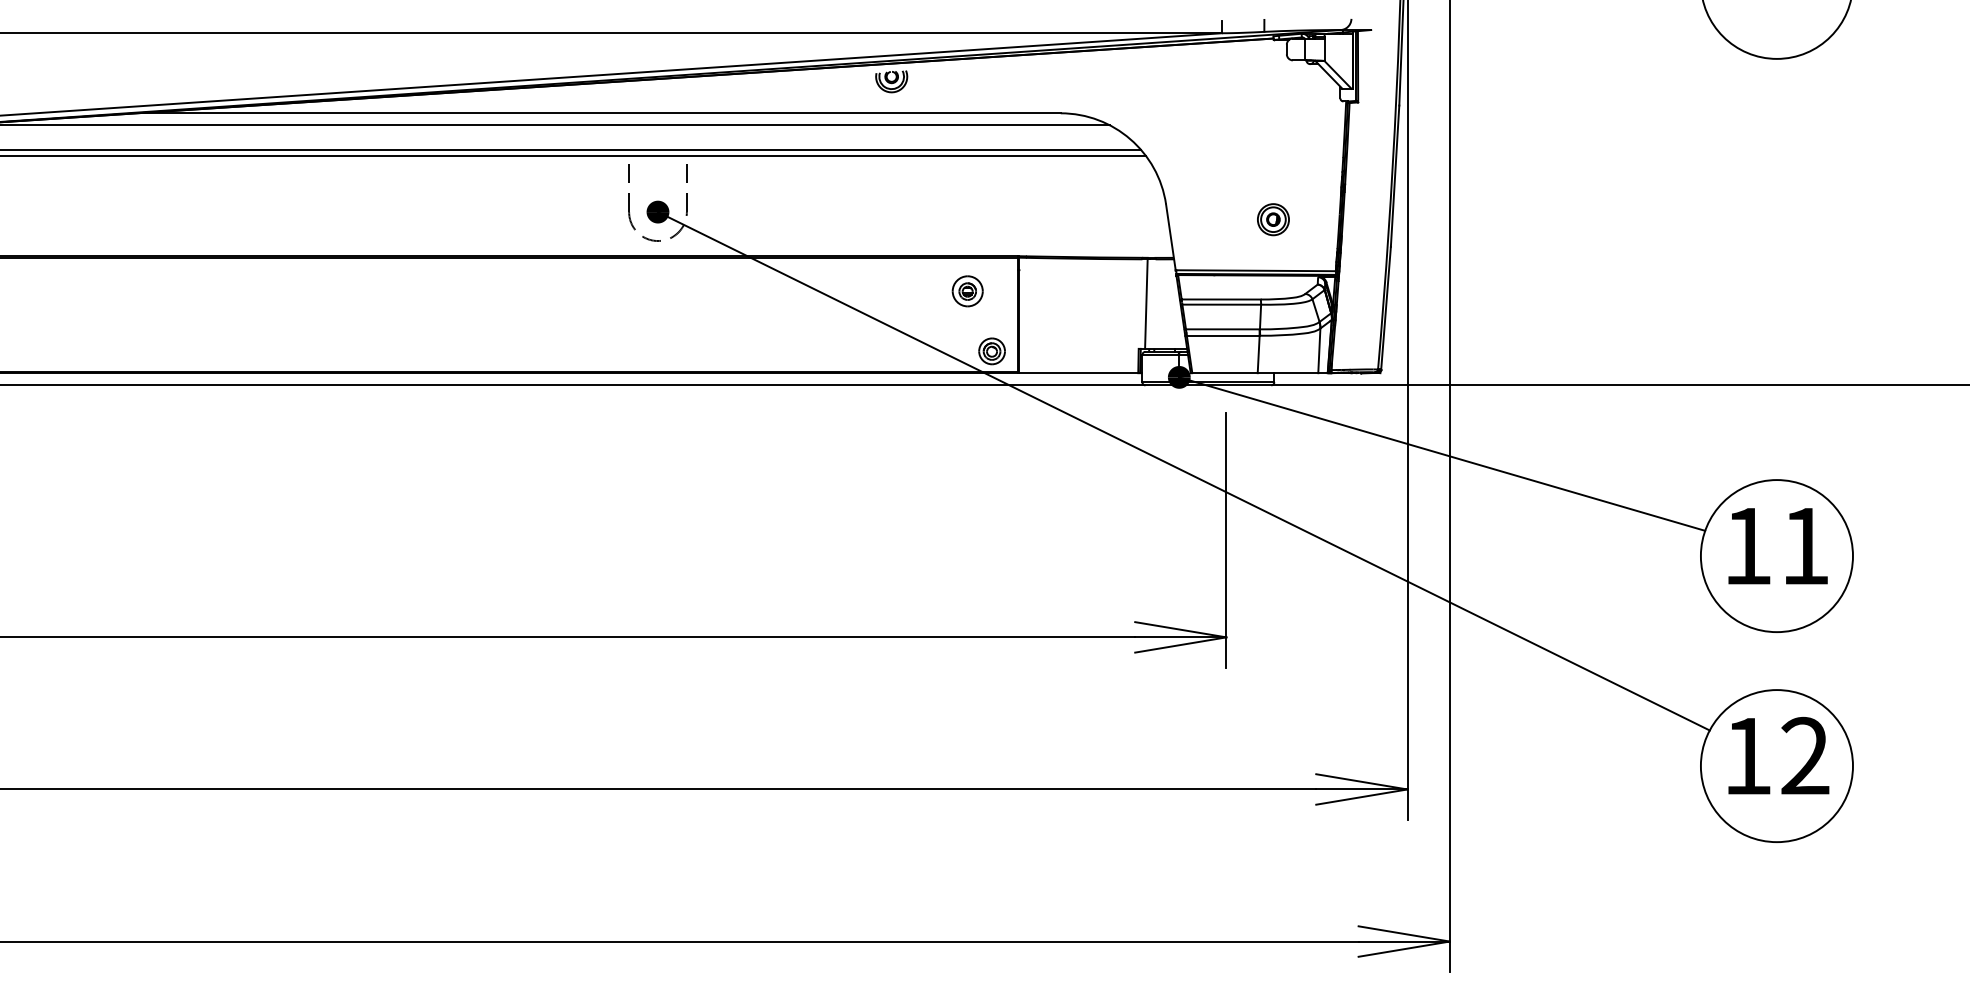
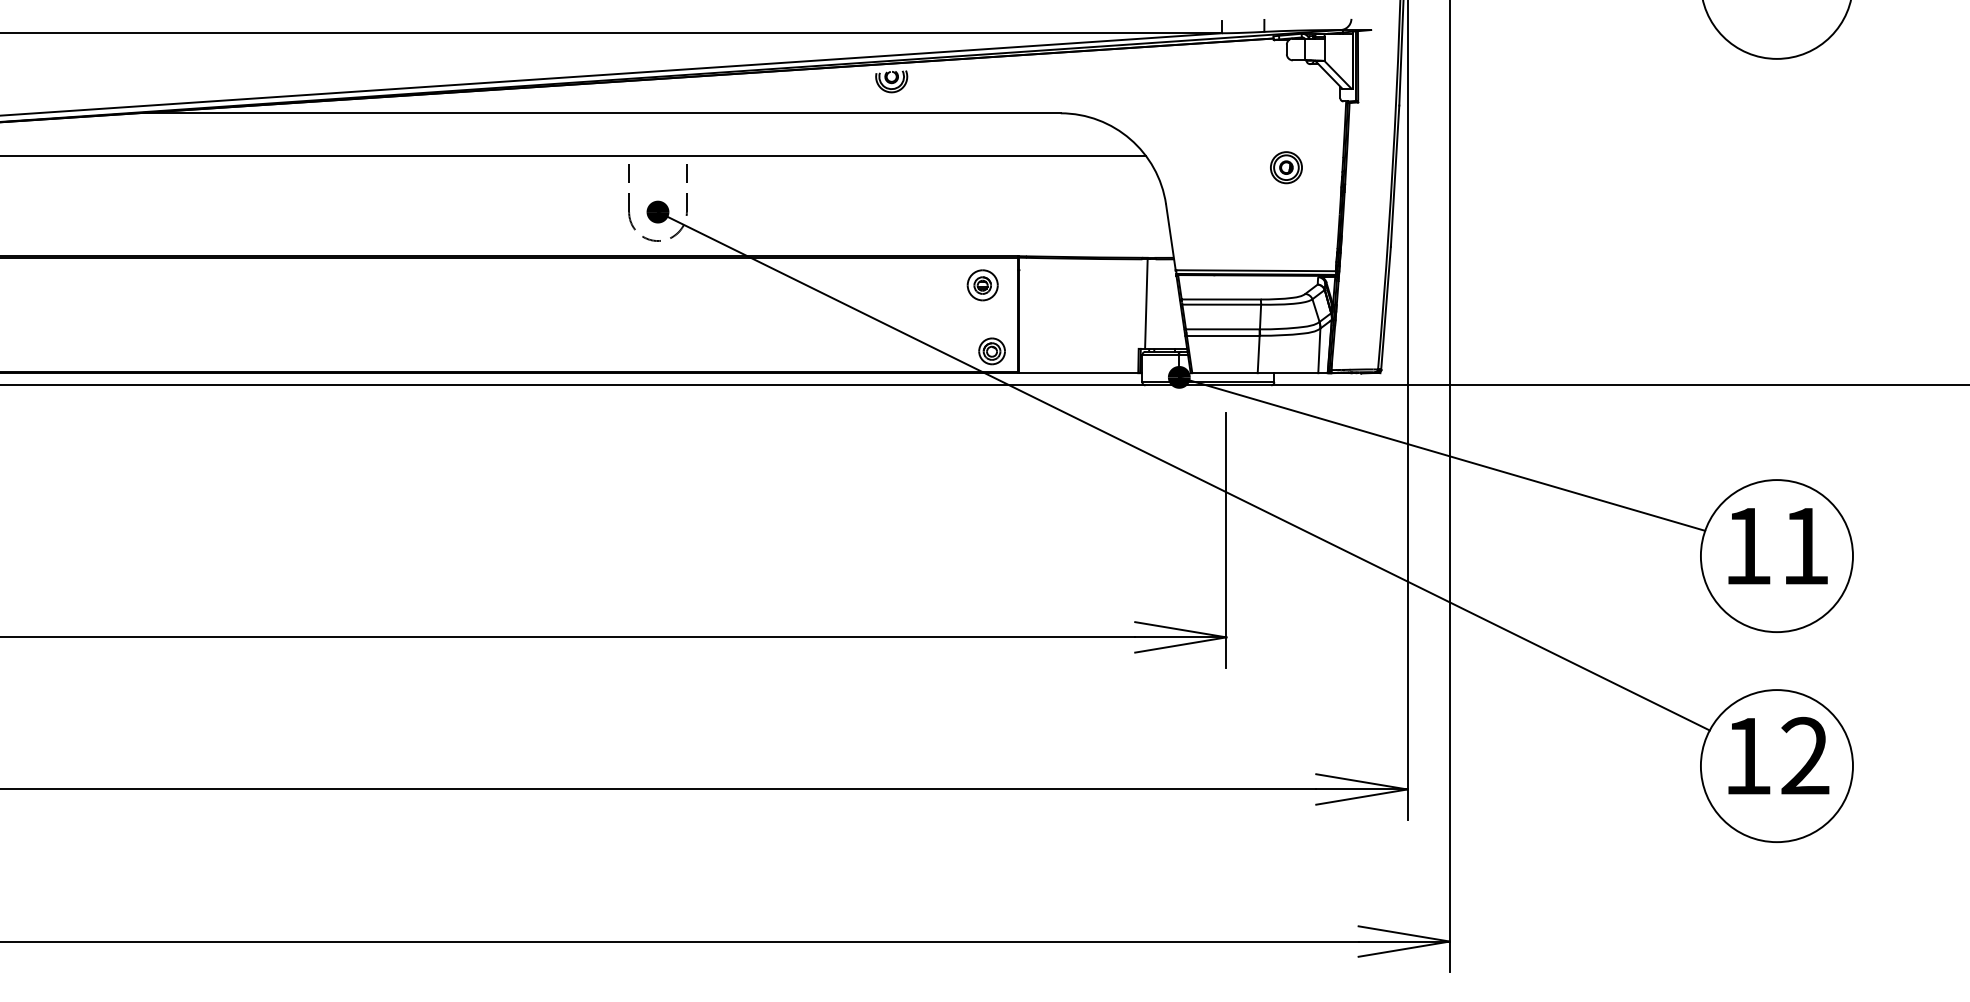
line at (556, 125): present -> none
line at (571, 149): present -> none
part at (1273, 219) position: (1273, 219) -> (1286, 167)
part at (967, 291) position: (967, 291) -> (982, 285)
